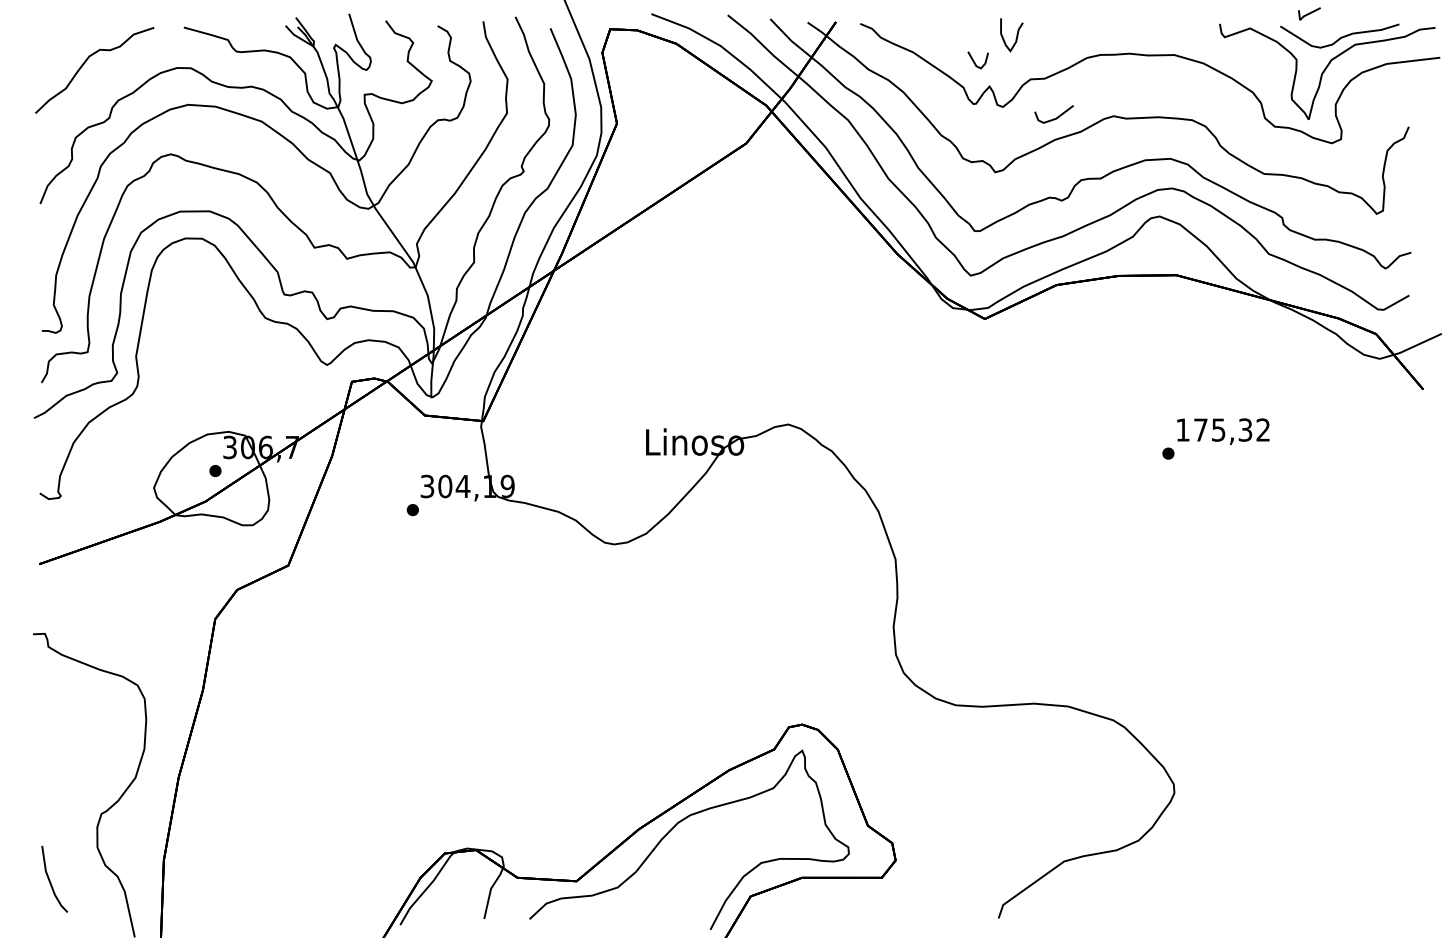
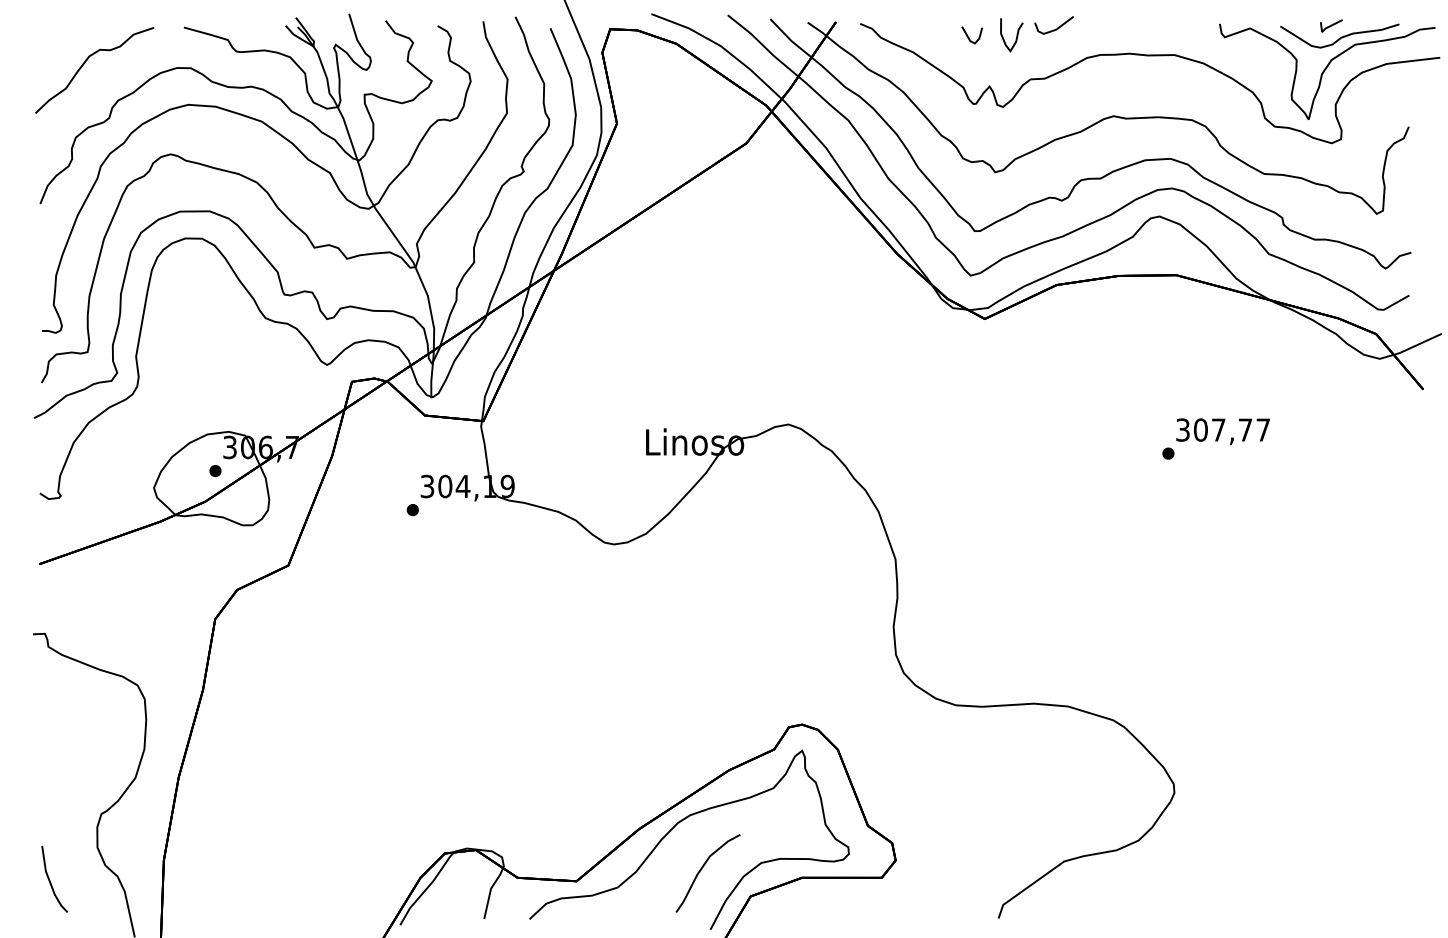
line at (1309, 13) position: (1309, 13) -> (1331, 25)
line at (975, 62) position: (975, 62) -> (969, 37)
line at (1053, 118) position: (1053, 118) -> (1053, 29)
text at (1222, 429): 175,32 -> 307,77
curve at (702, 869): none -> present
